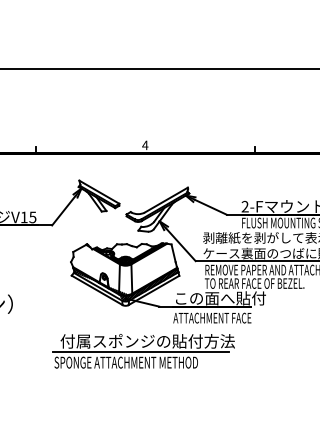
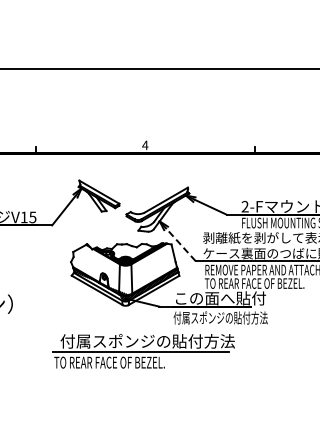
line at (180, 244): solid -> dashed
text at (220, 317): ATTACHMENT FACE -> 付属スポンジの貼付方法
text at (125, 362): SPONGE ATTACHMENT METHOD -> TO REAR FACE OF BEZEL.
